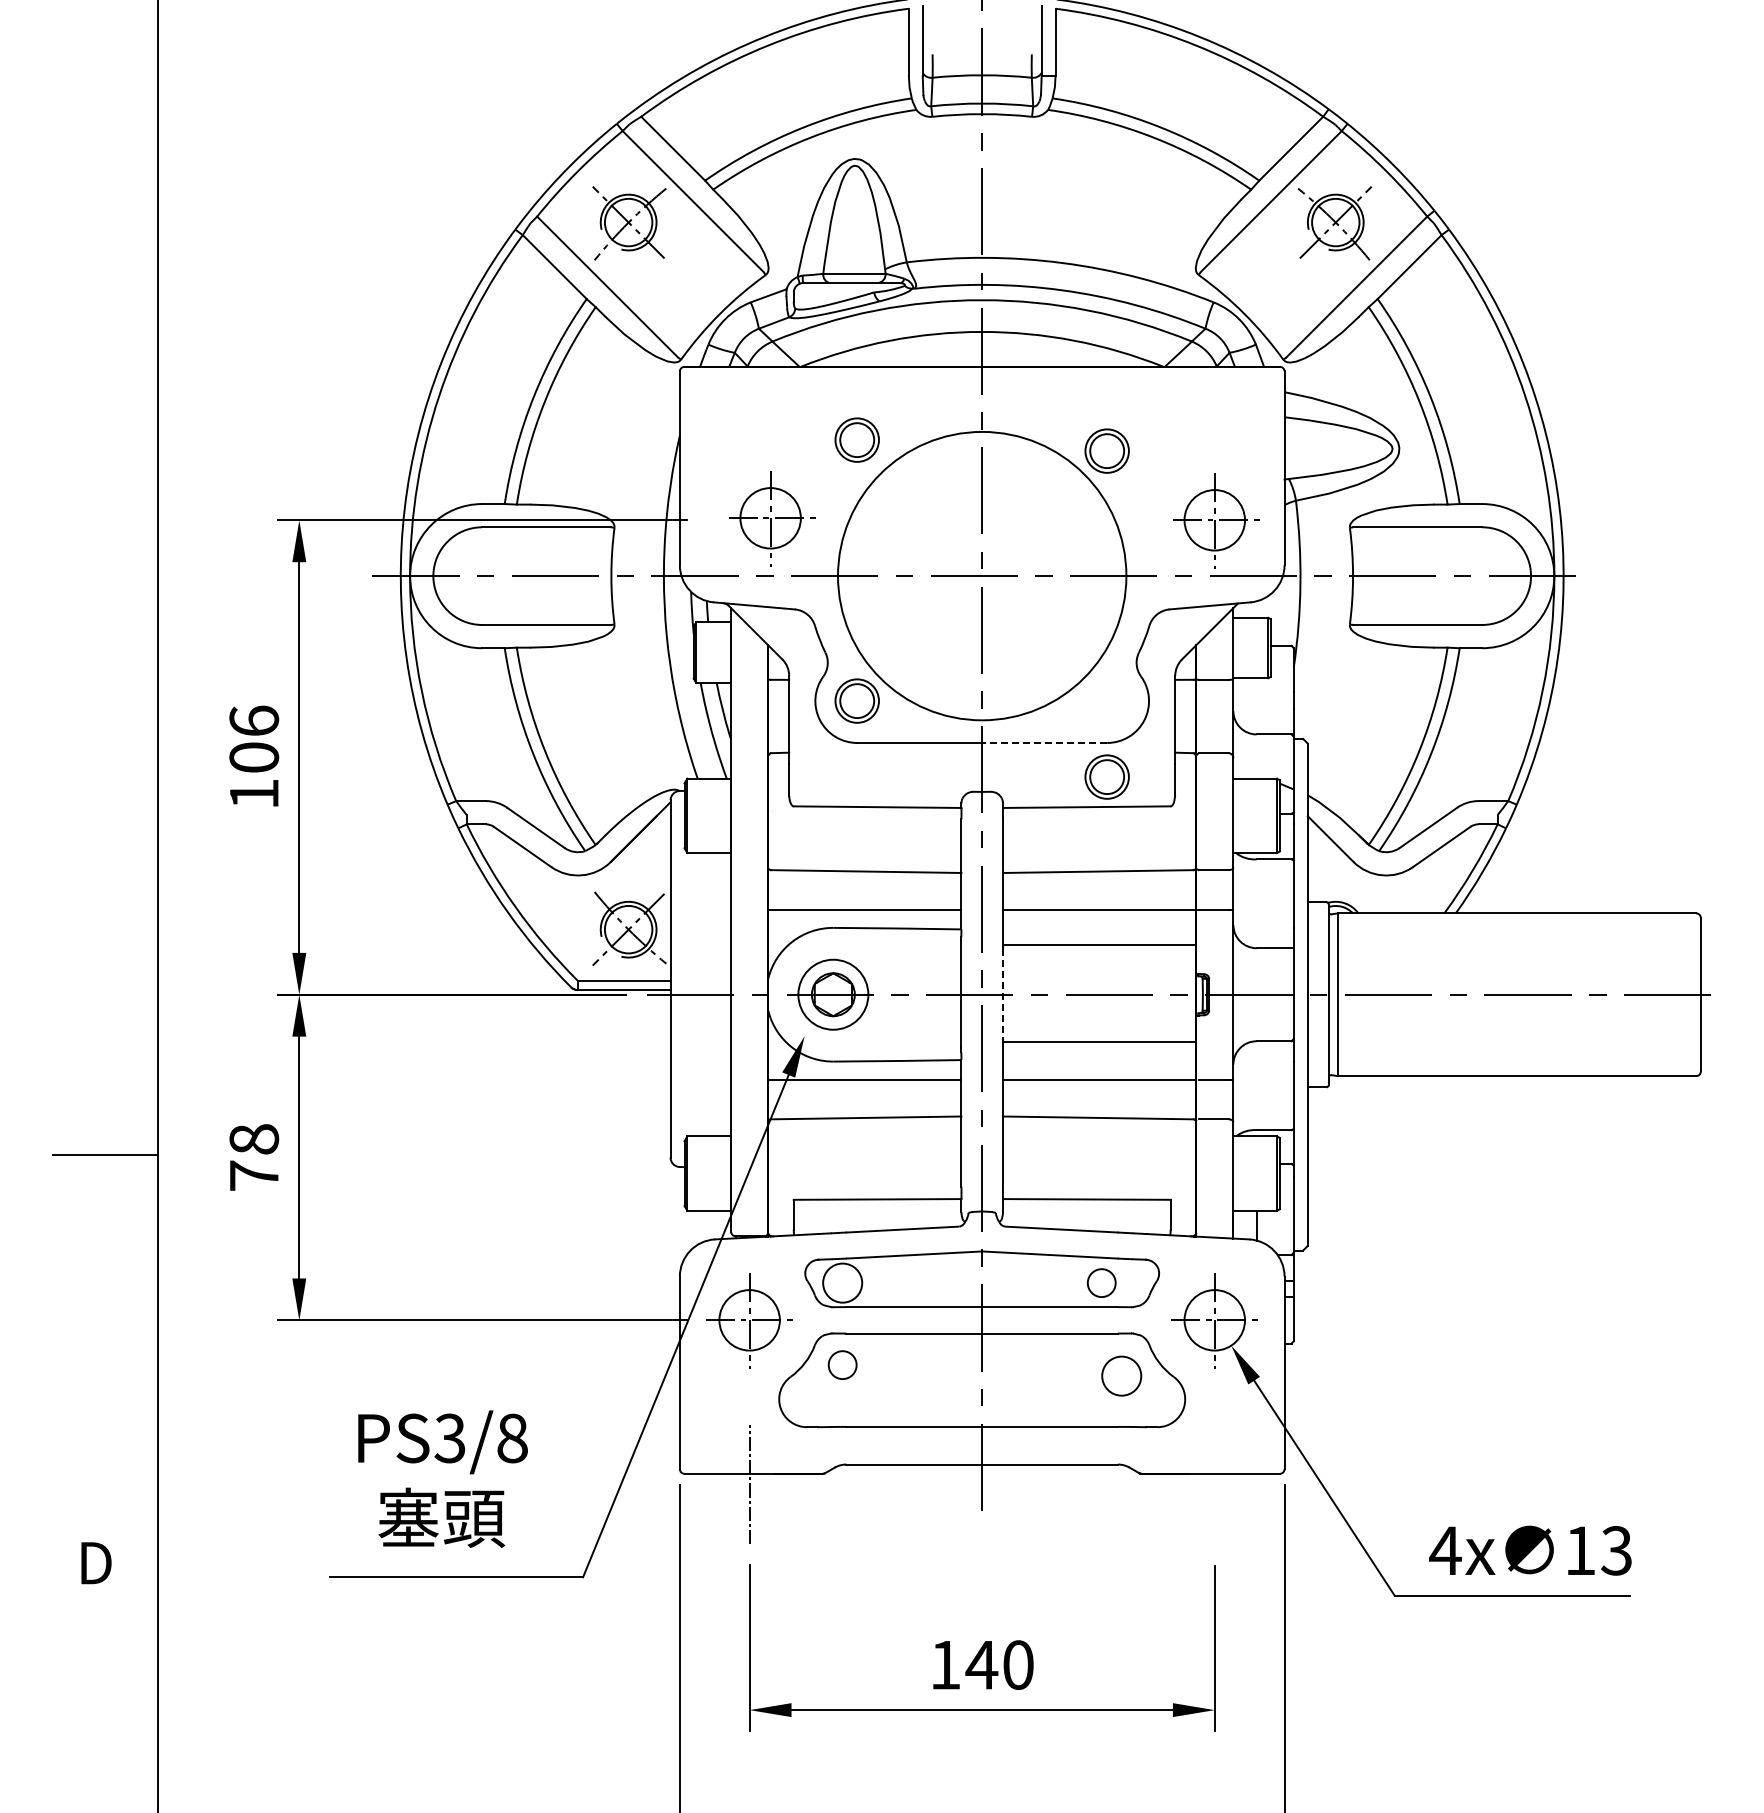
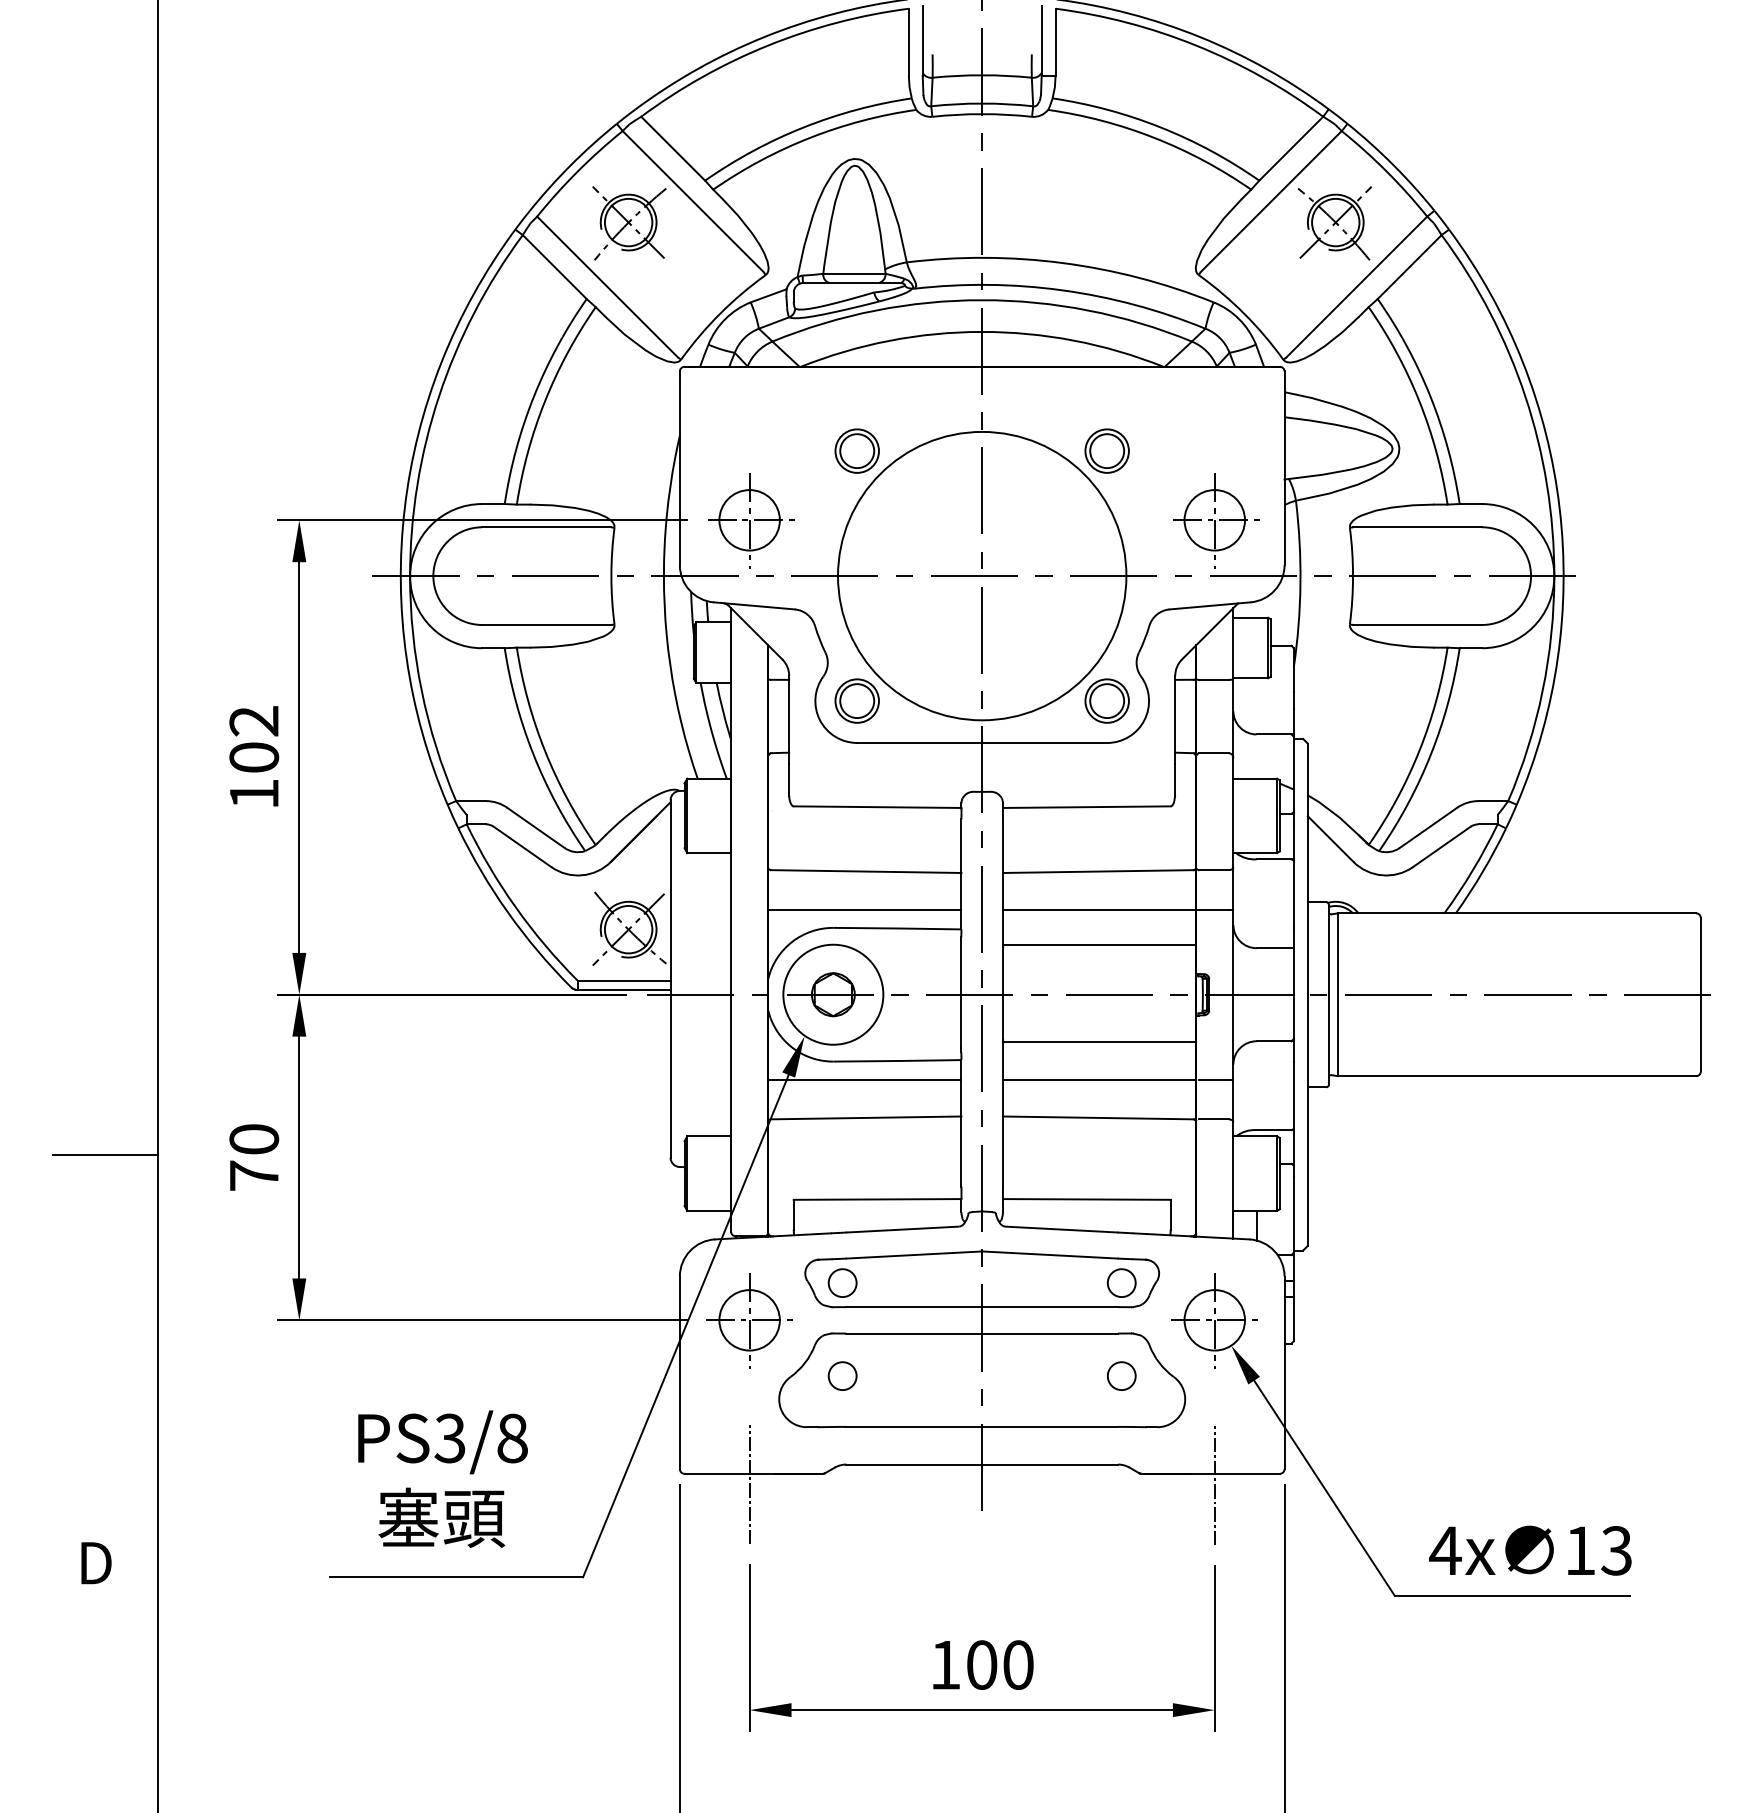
part at (856, 439) position: (856, 439) -> (856, 450)
part at (772, 518) position: (772, 518) -> (751, 520)
text at (254, 720): 106 -> 102
line at (1044, 742): dashed -> solid
part at (1106, 776) position: (1106, 776) -> (1106, 700)
circle at (833, 994) diameter: 70 px -> 100 px
line at (1002, 995): dashed -> solid
text at (253, 1139): 78 -> 70
circle at (842, 1282) diameter: 39 px -> 28 px
circle at (1101, 1282) position: (1101, 1282) -> (1121, 1282)
circle at (842, 1364) position: (842, 1364) -> (842, 1375)
circle at (1121, 1375) diameter: 39 px -> 28 px
line at (1214, 1485): none -> present
text at (981, 1664): 140 -> 100
